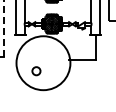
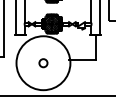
line at (3, 28): dashed -> solid
circle at (36, 71) position: (36, 71) -> (43, 63)
line at (57, 96): none -> present
